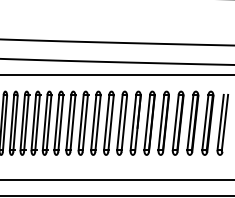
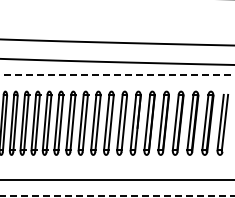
line at (117, 75): solid -> dashed
line at (117, 195): solid -> dashed
